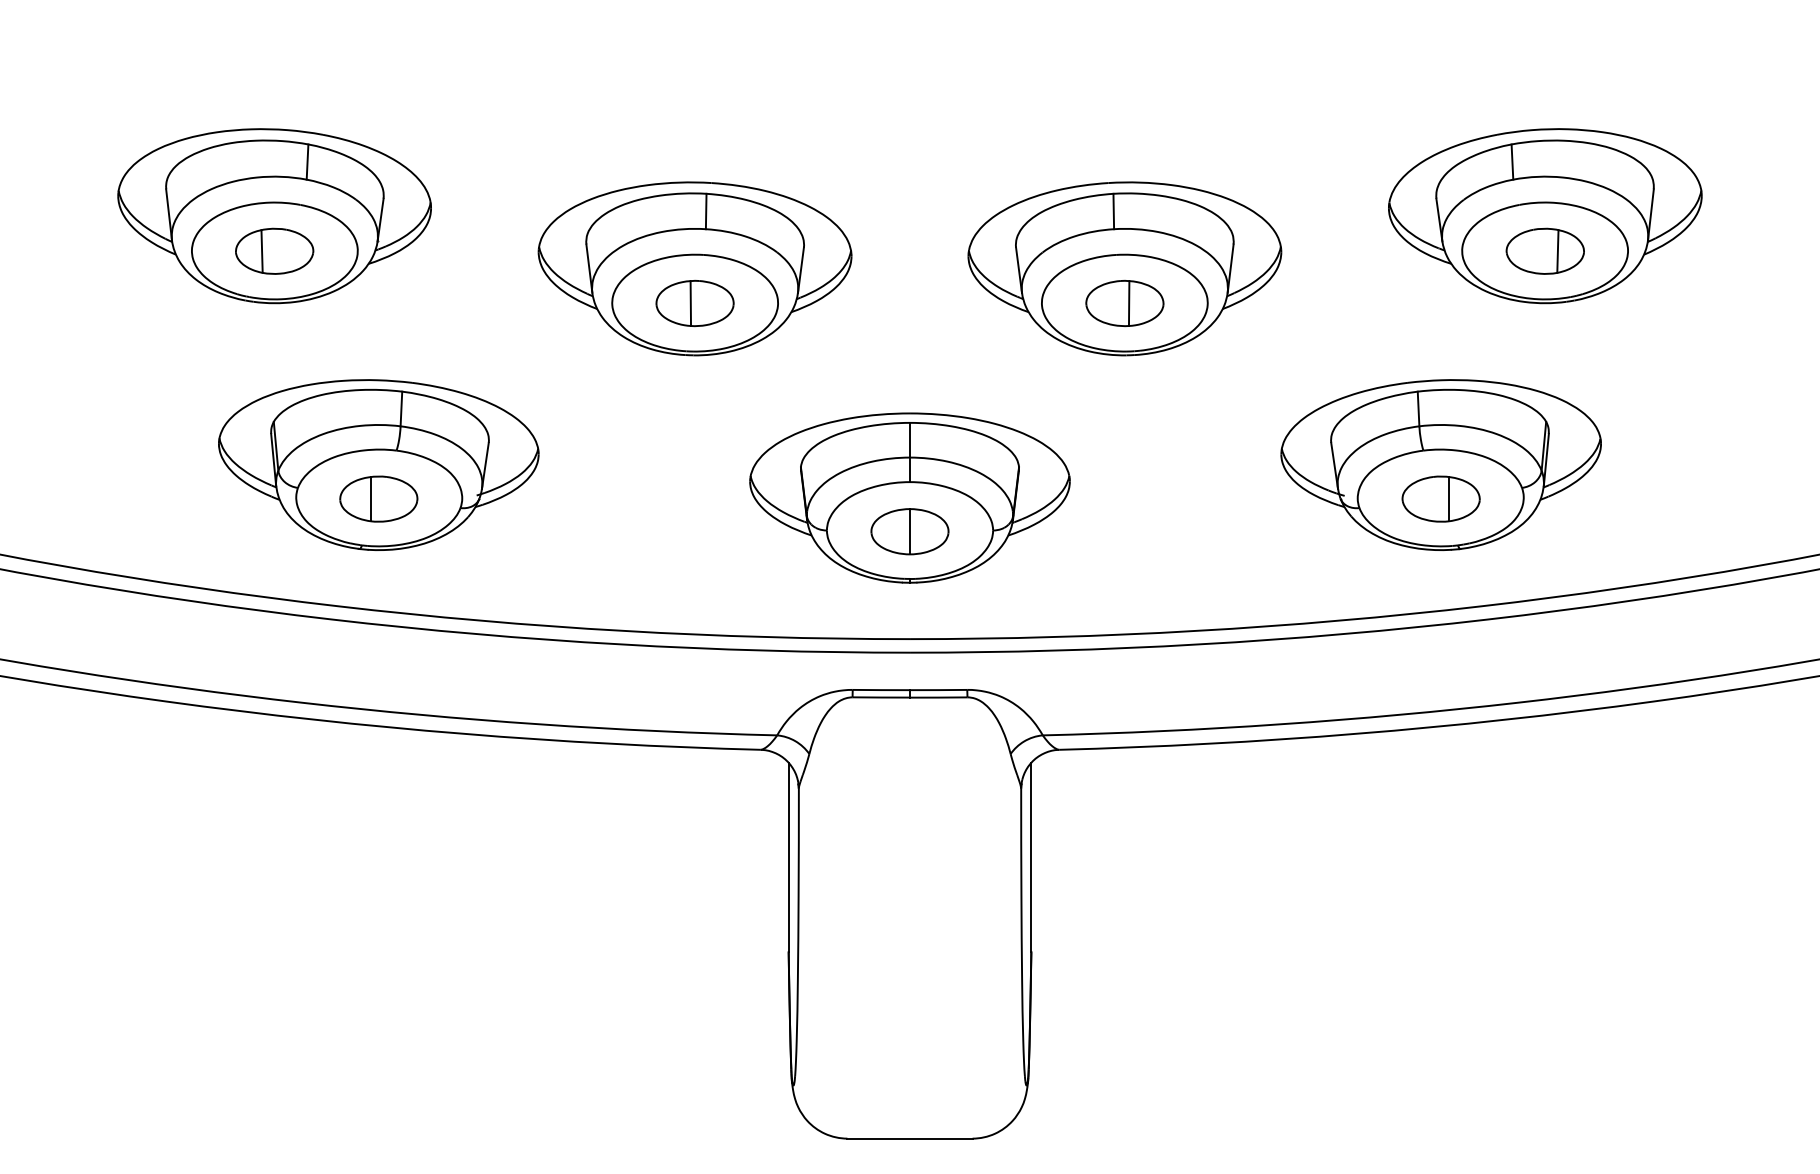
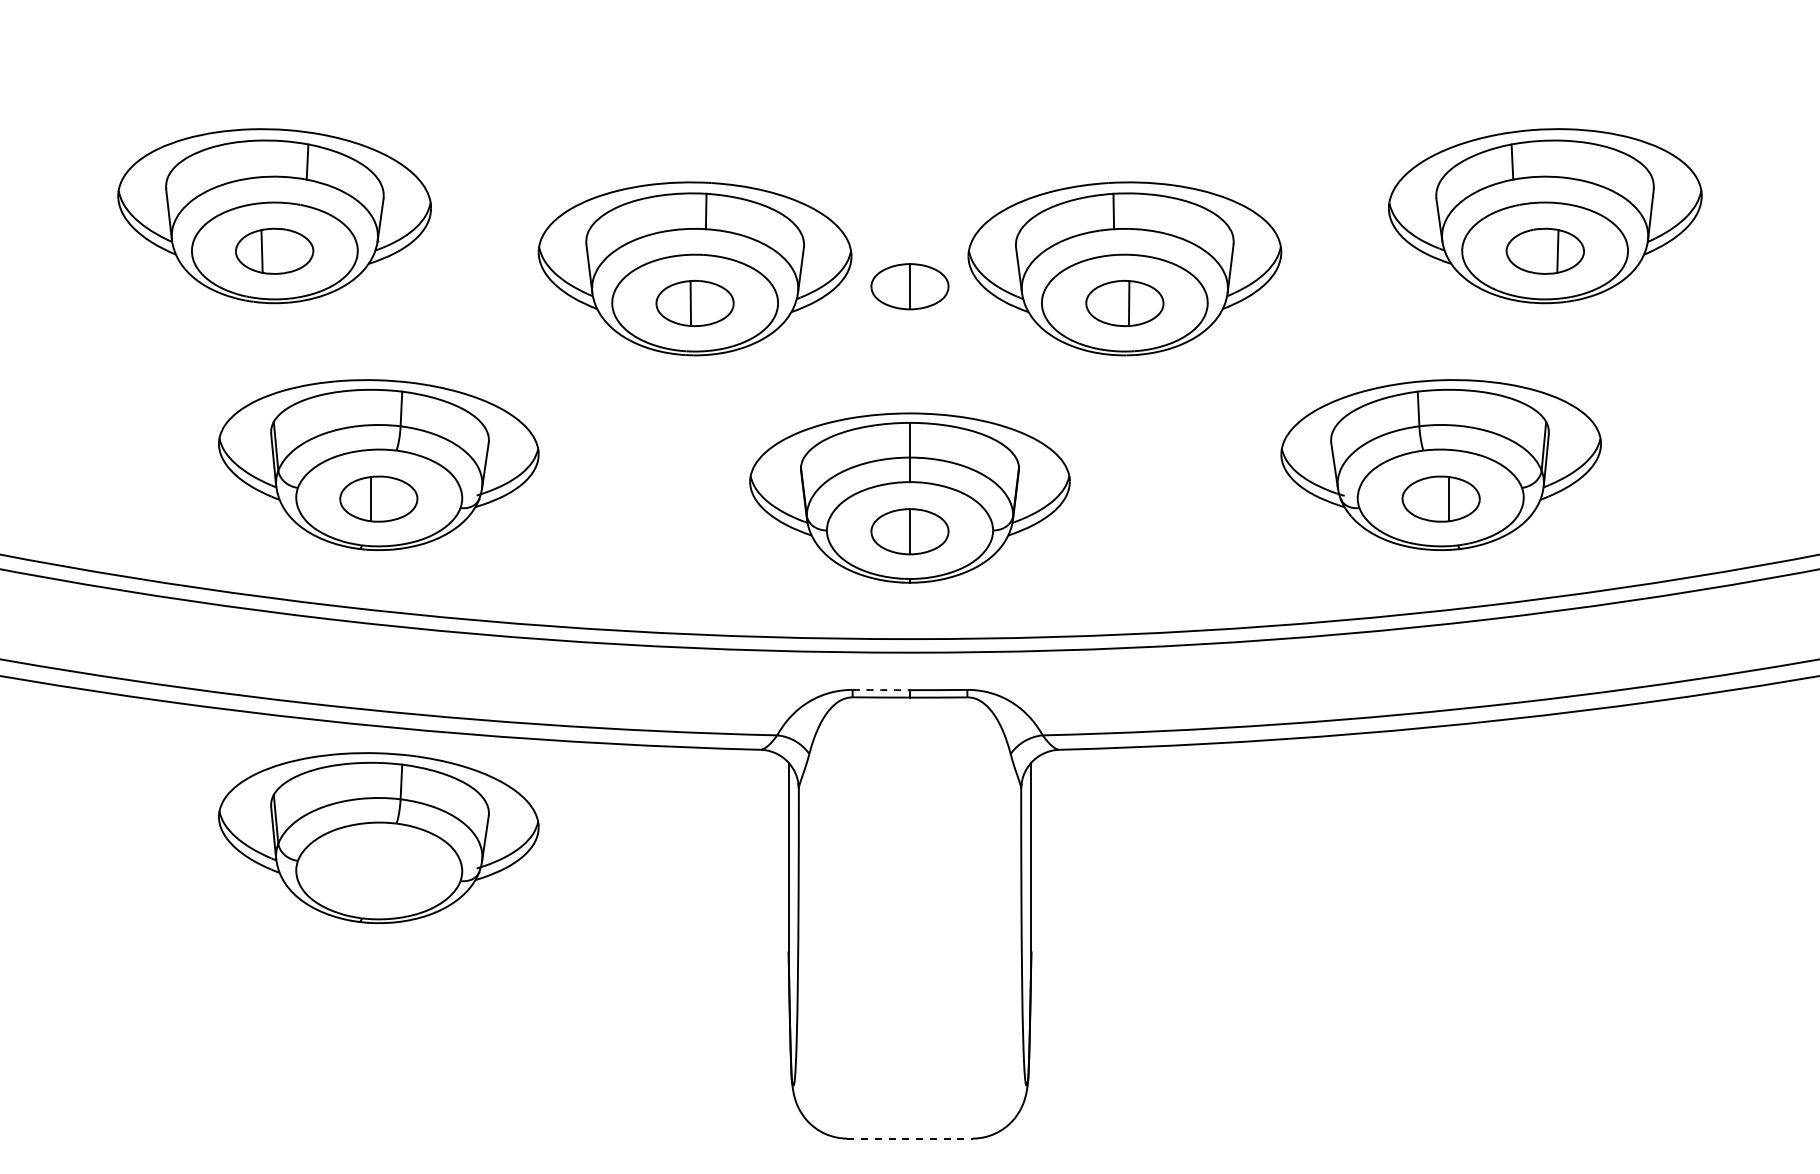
part at (909, 286): none -> present
arc at (881, 690): solid -> dashed
part at (378, 837): none -> present
line at (910, 1138): solid -> dashed
